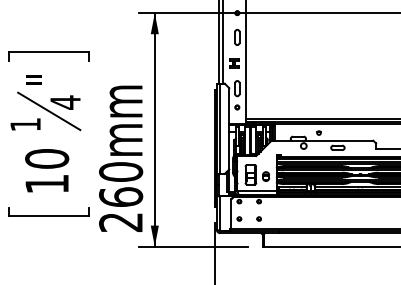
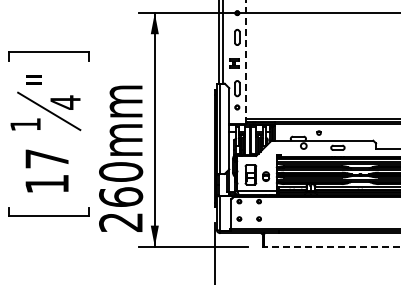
line at (246, 61): solid -> dashed
text at (47, 158): 10 -> 17
line at (332, 246): solid -> dashed
